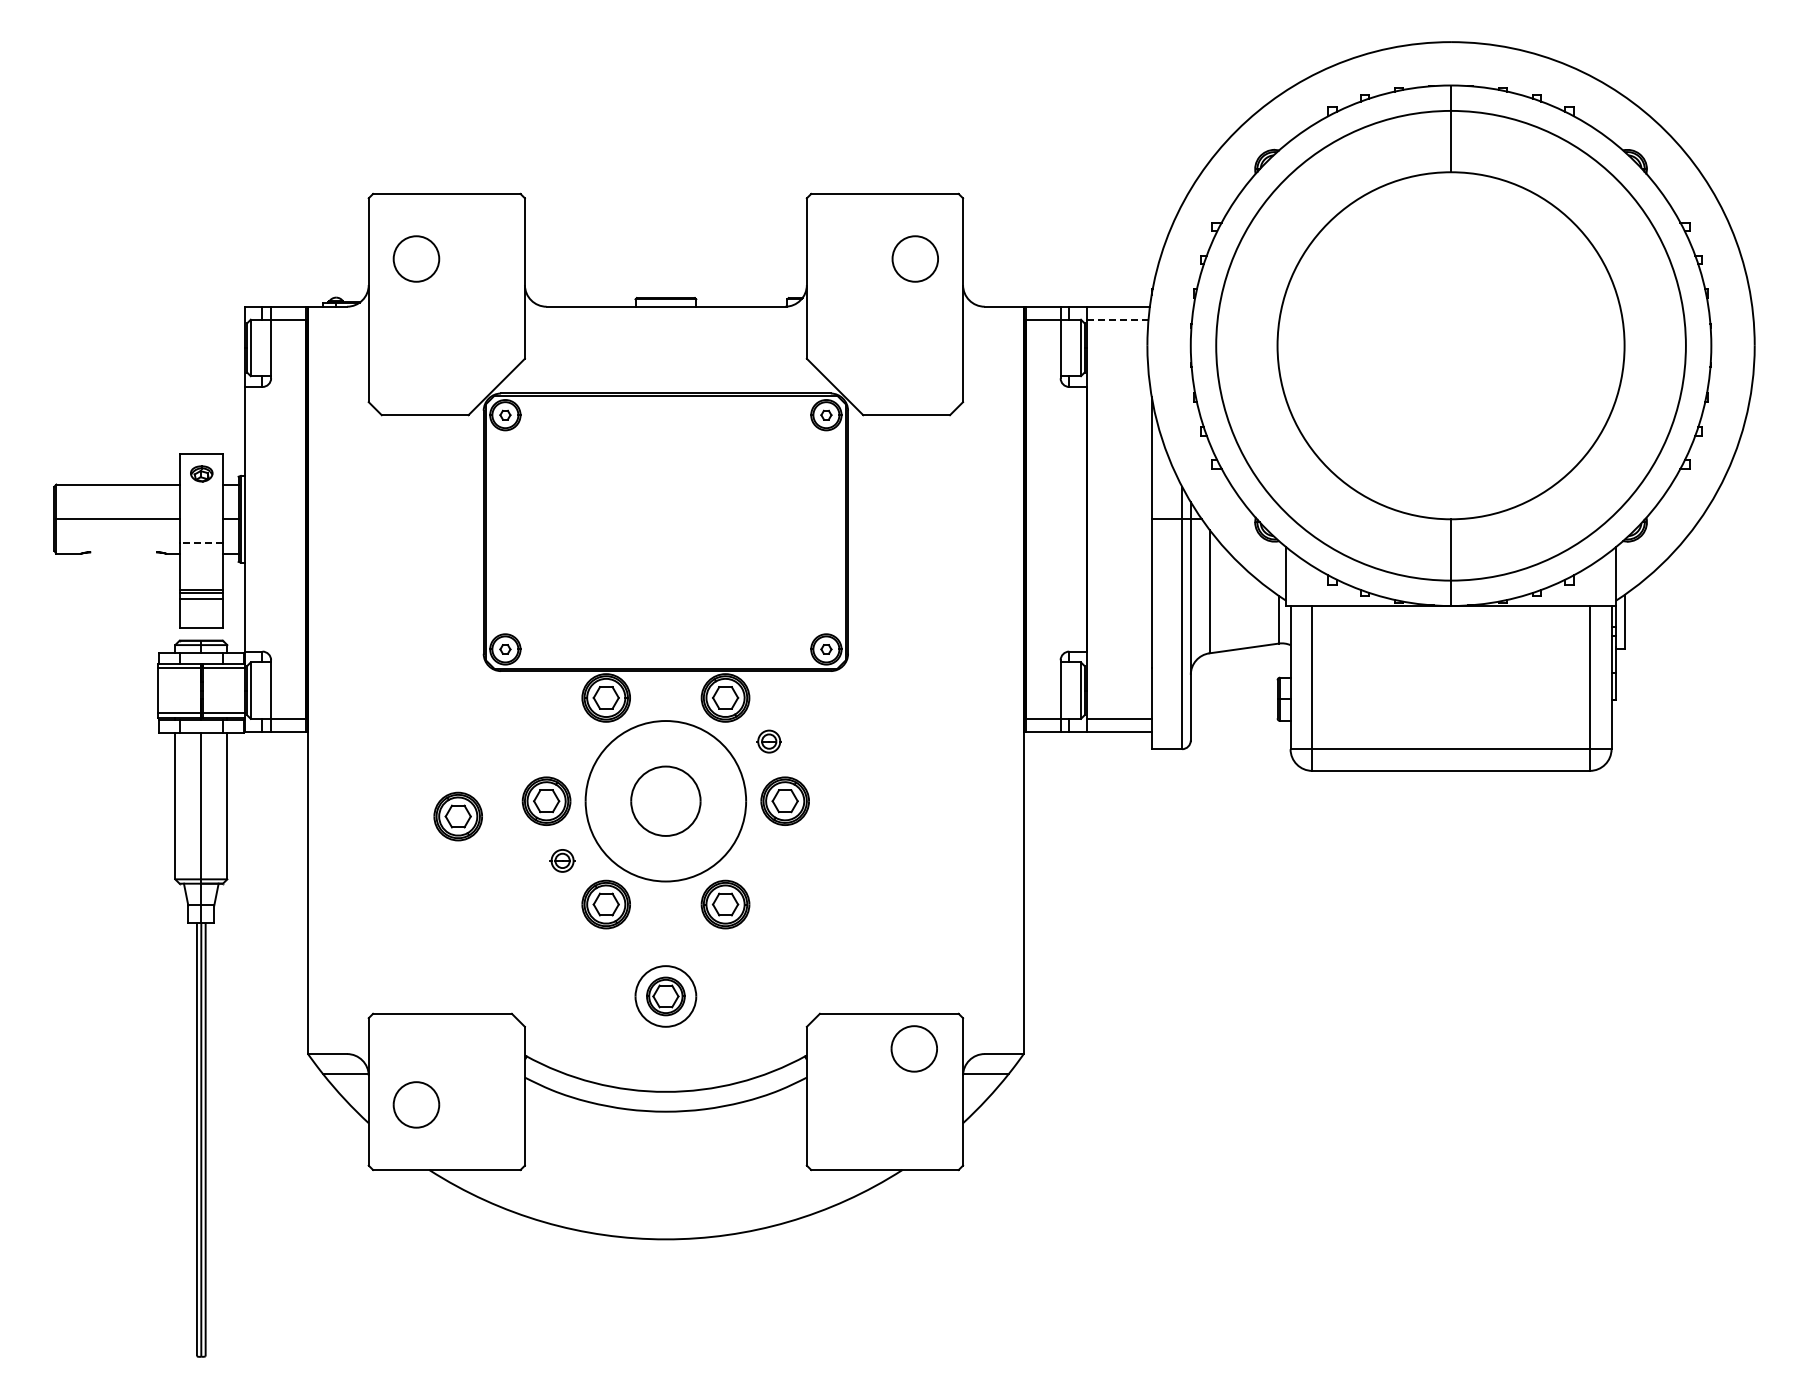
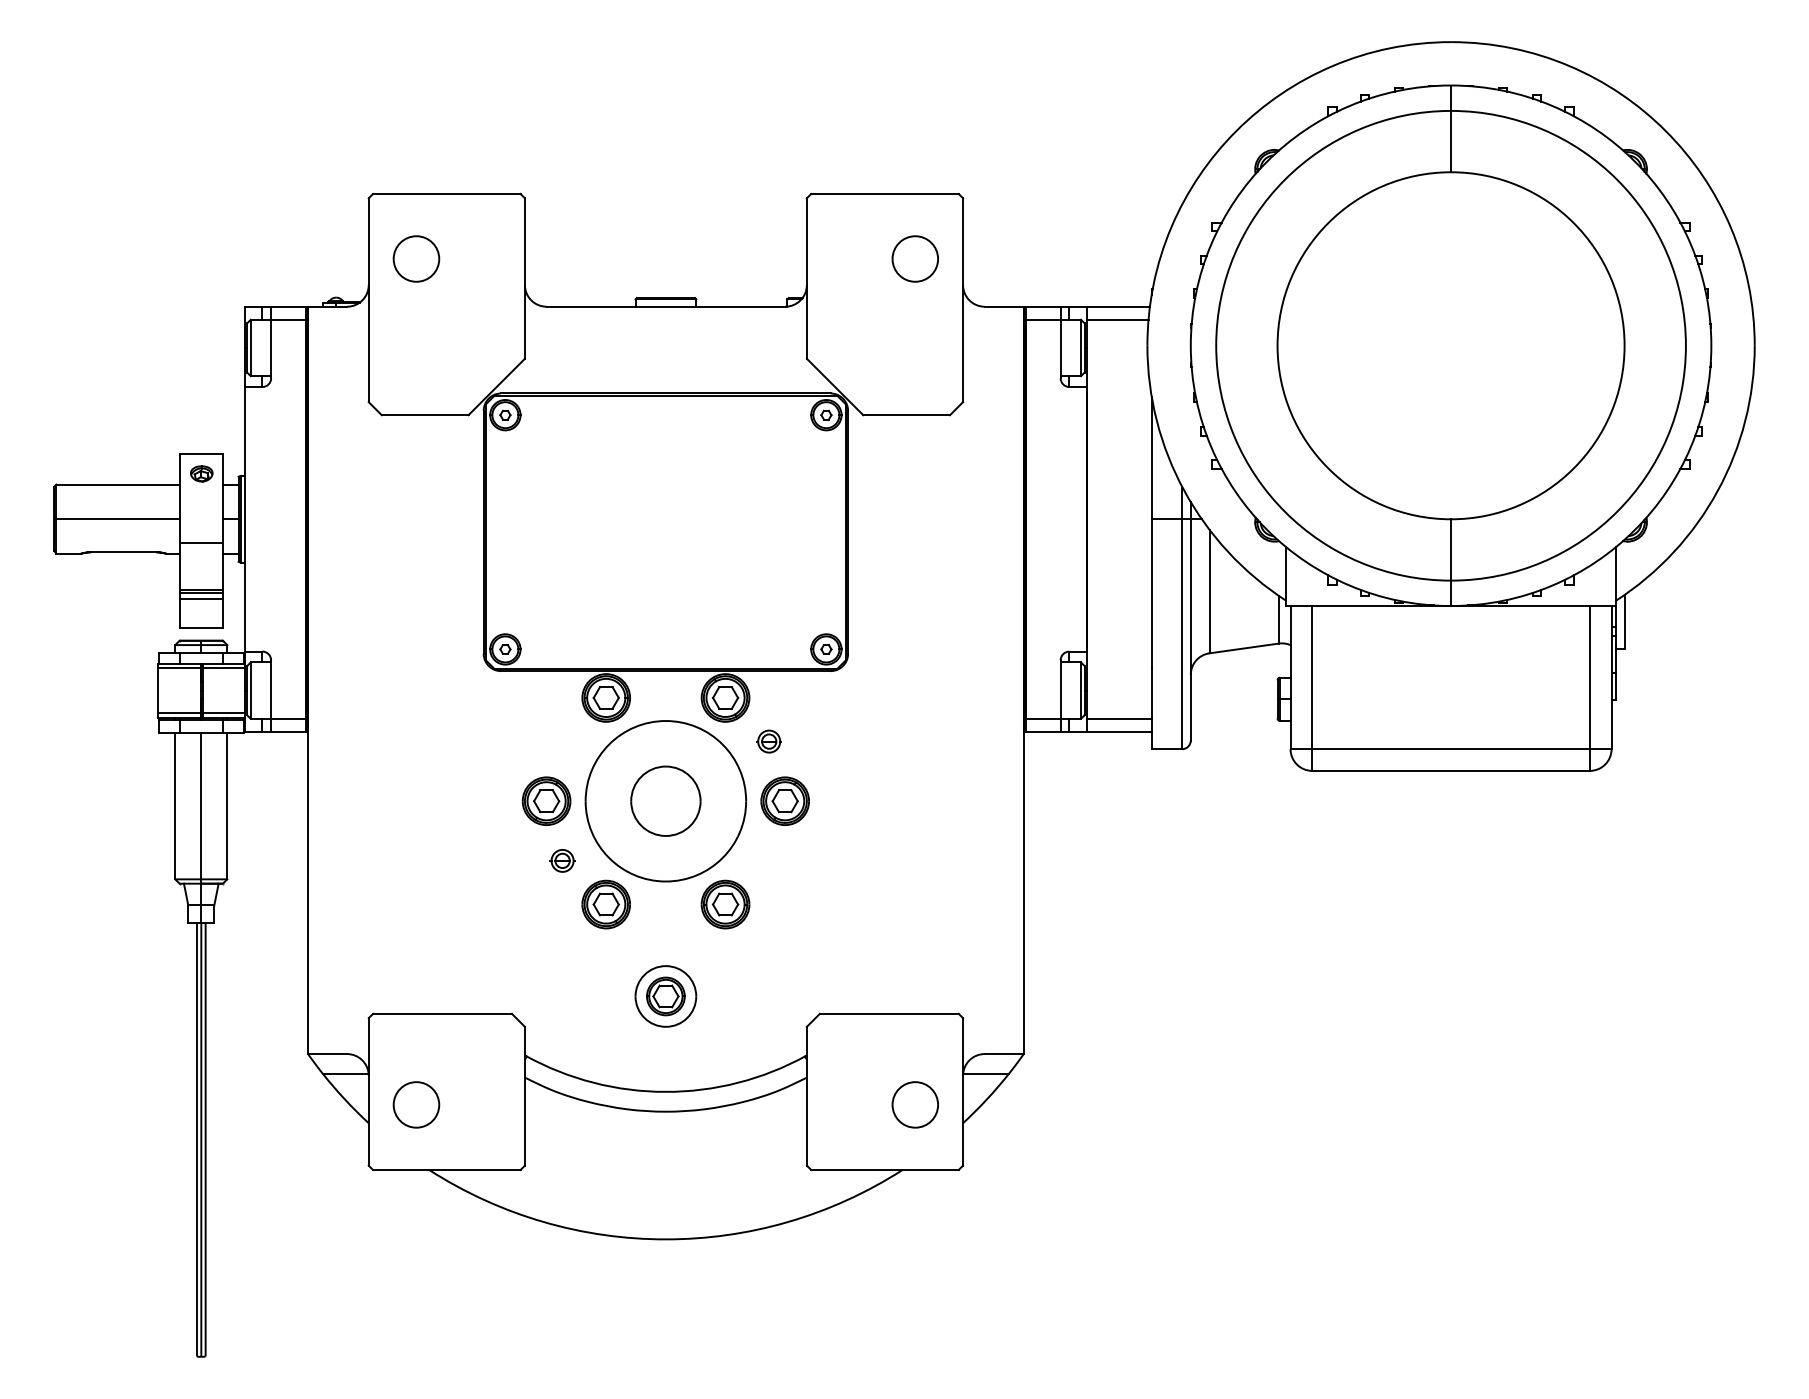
line at (1117, 319): dashed -> solid
line at (201, 543): dashed -> solid
line at (123, 552): none -> present
part at (457, 816): present -> none
part at (913, 1048) position: (913, 1048) -> (914, 1104)
